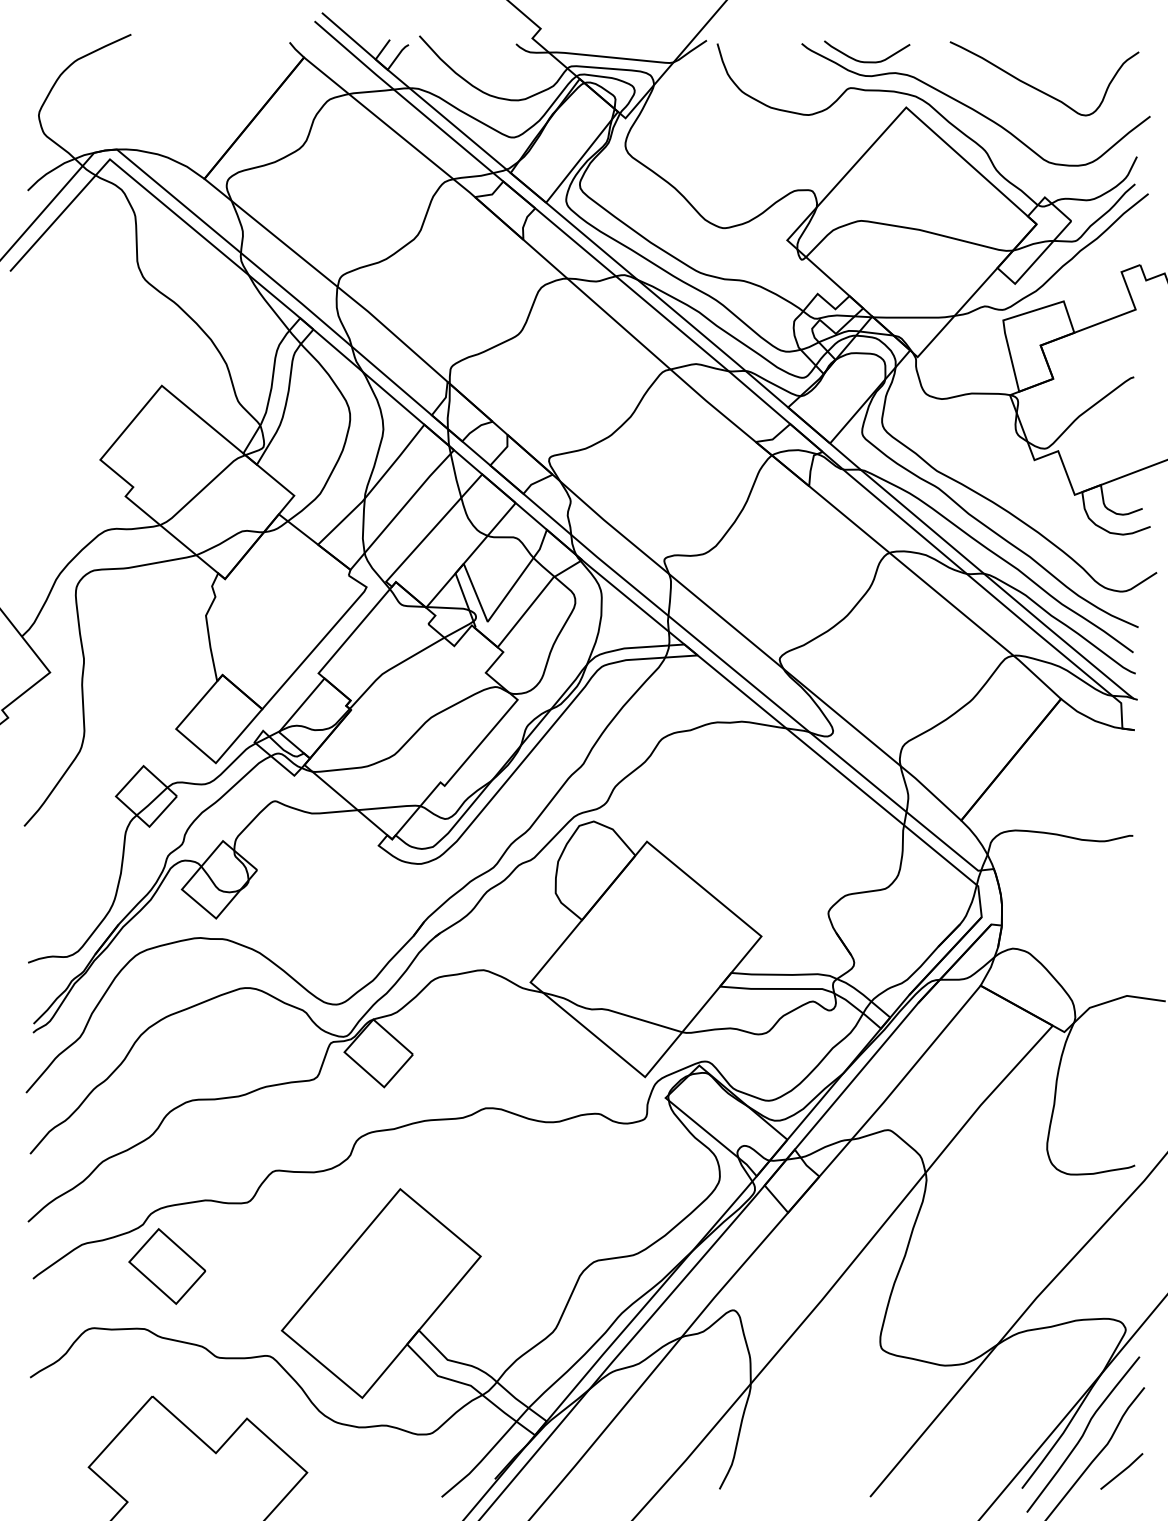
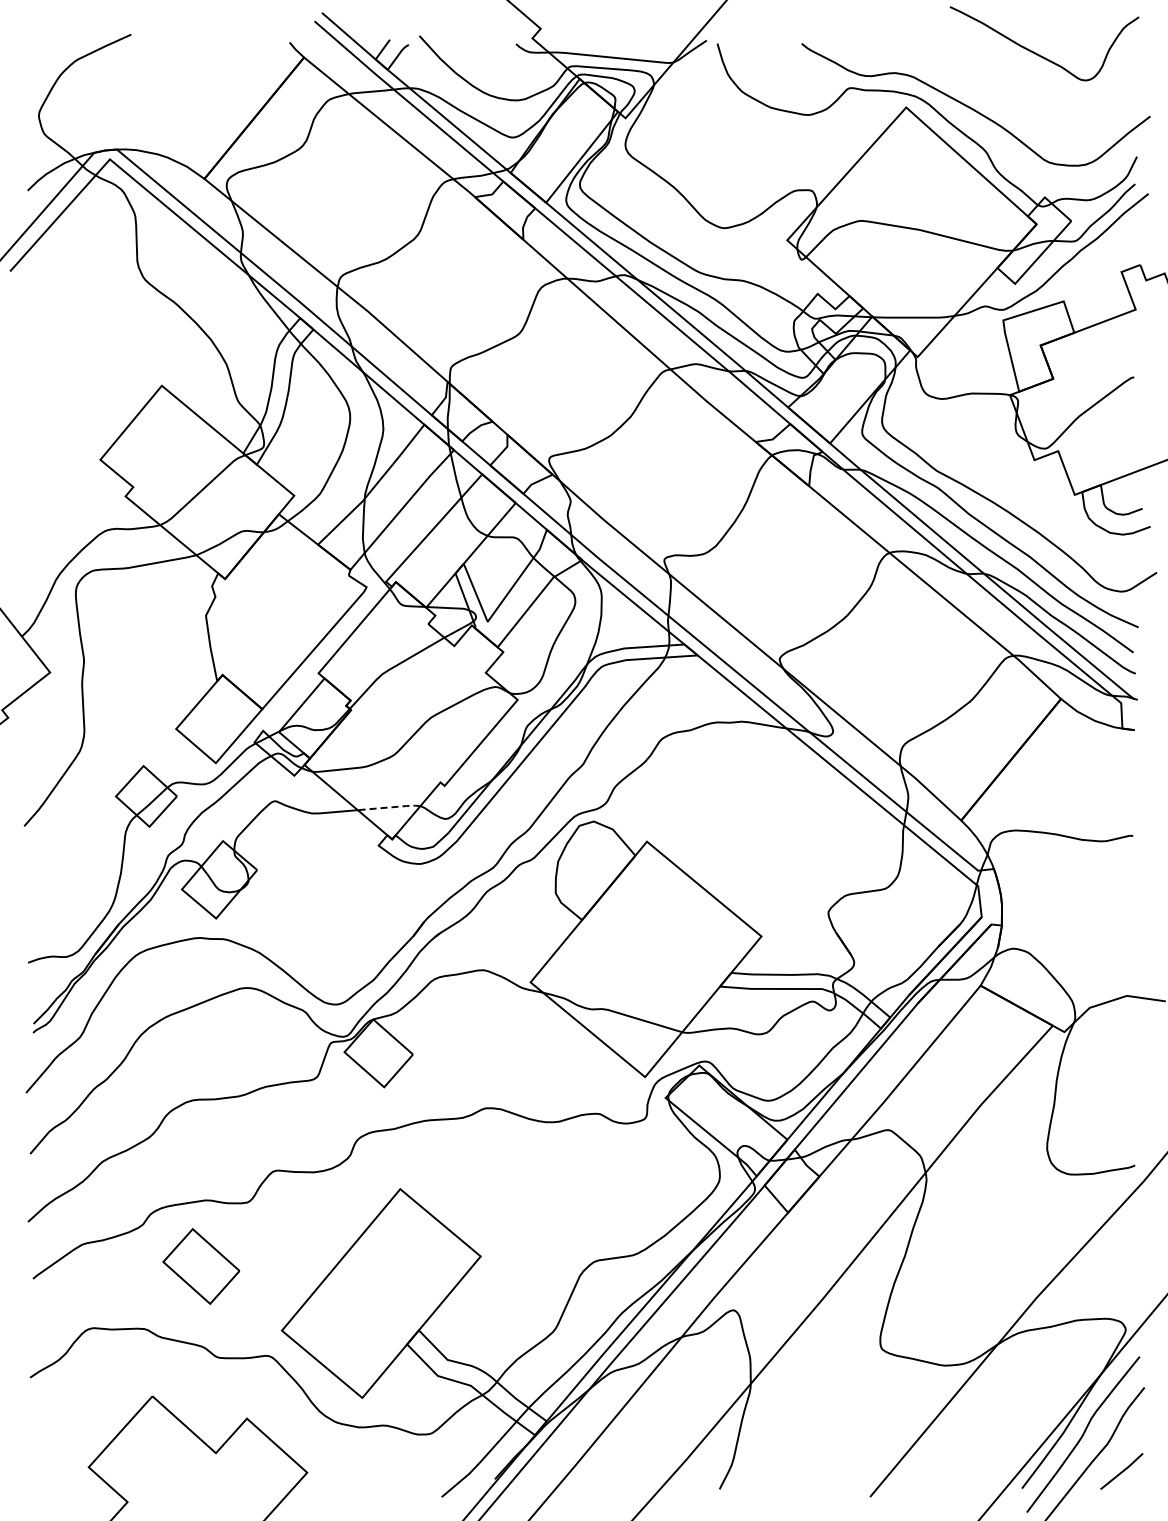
curve at (867, 61): present -> none
curve at (1039, 89) position: (1039, 89) -> (1039, 54)
line at (390, 807): solid -> dashed
part at (167, 1266) position: (167, 1266) -> (201, 1266)
